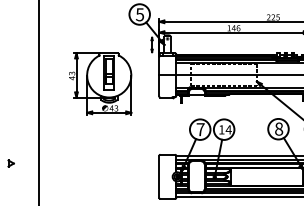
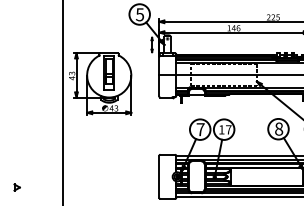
line at (39, 102) position: (39, 102) -> (63, 102)
text at (228, 129): 14 -> 17
part at (10, 163) position: (10, 163) -> (16, 187)
